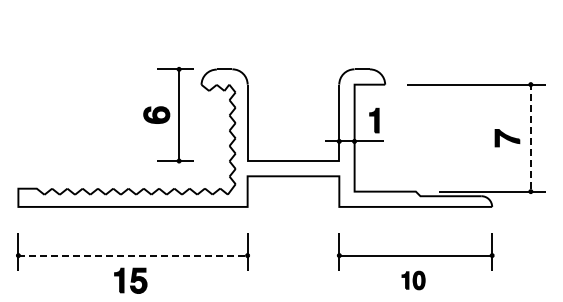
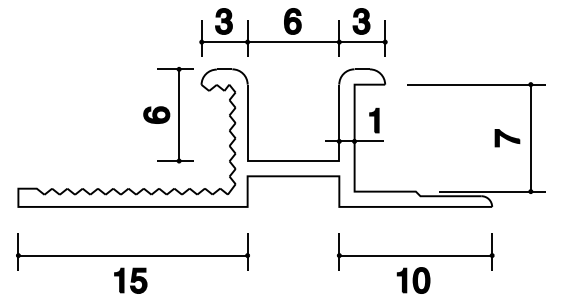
part at (293, 32): none -> present
line at (530, 137): dashed -> solid
line at (133, 255): dashed -> solid
part at (413, 280) size: 25x21 px -> 35x27 px
